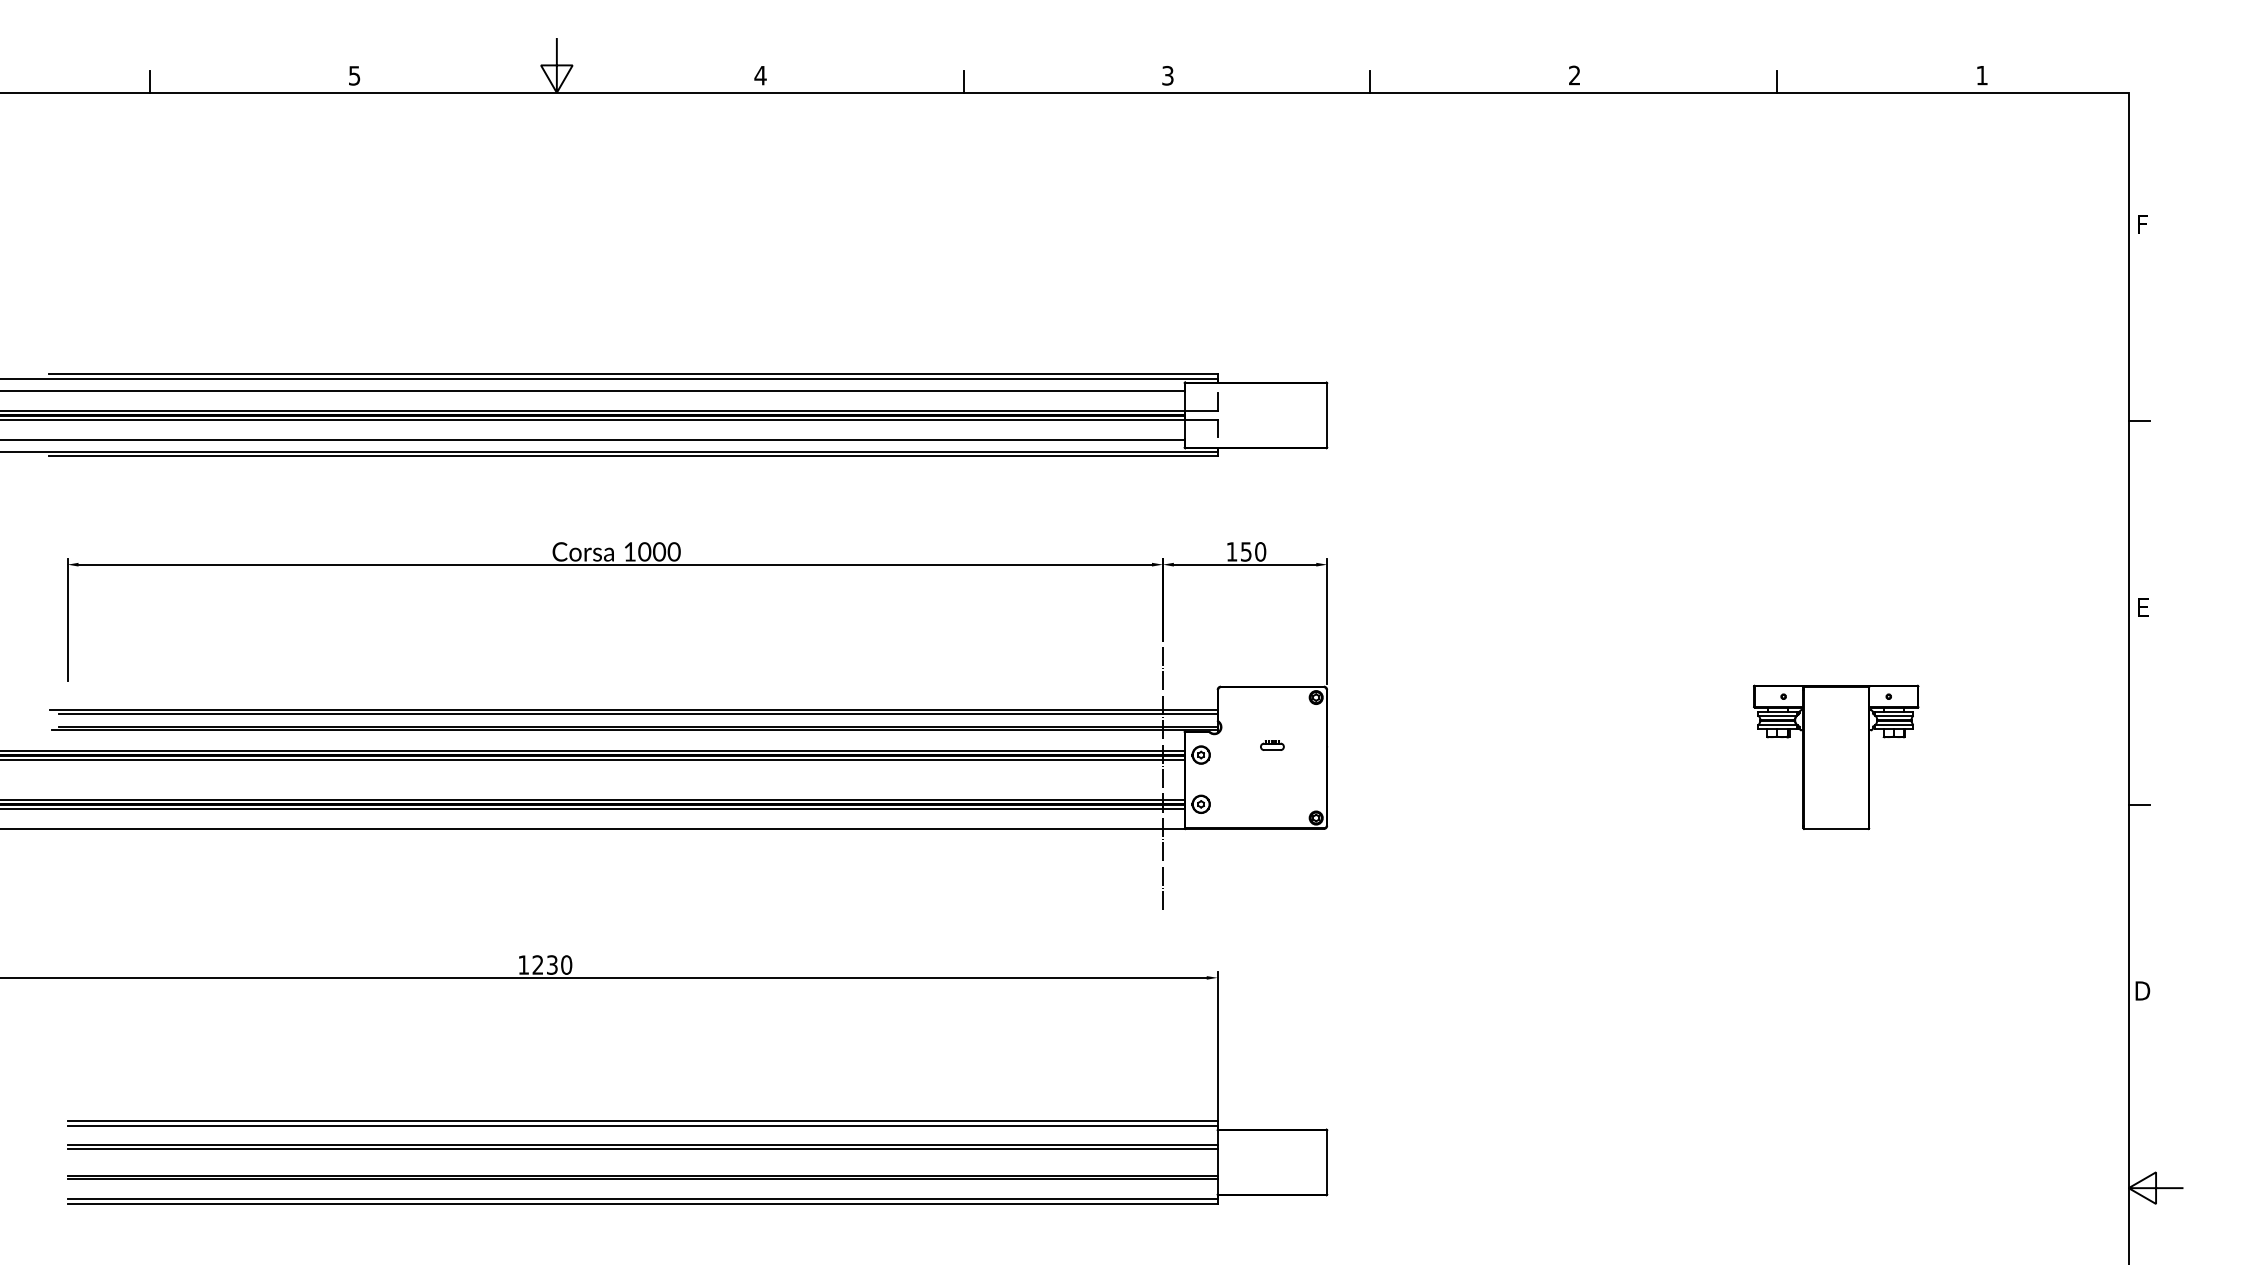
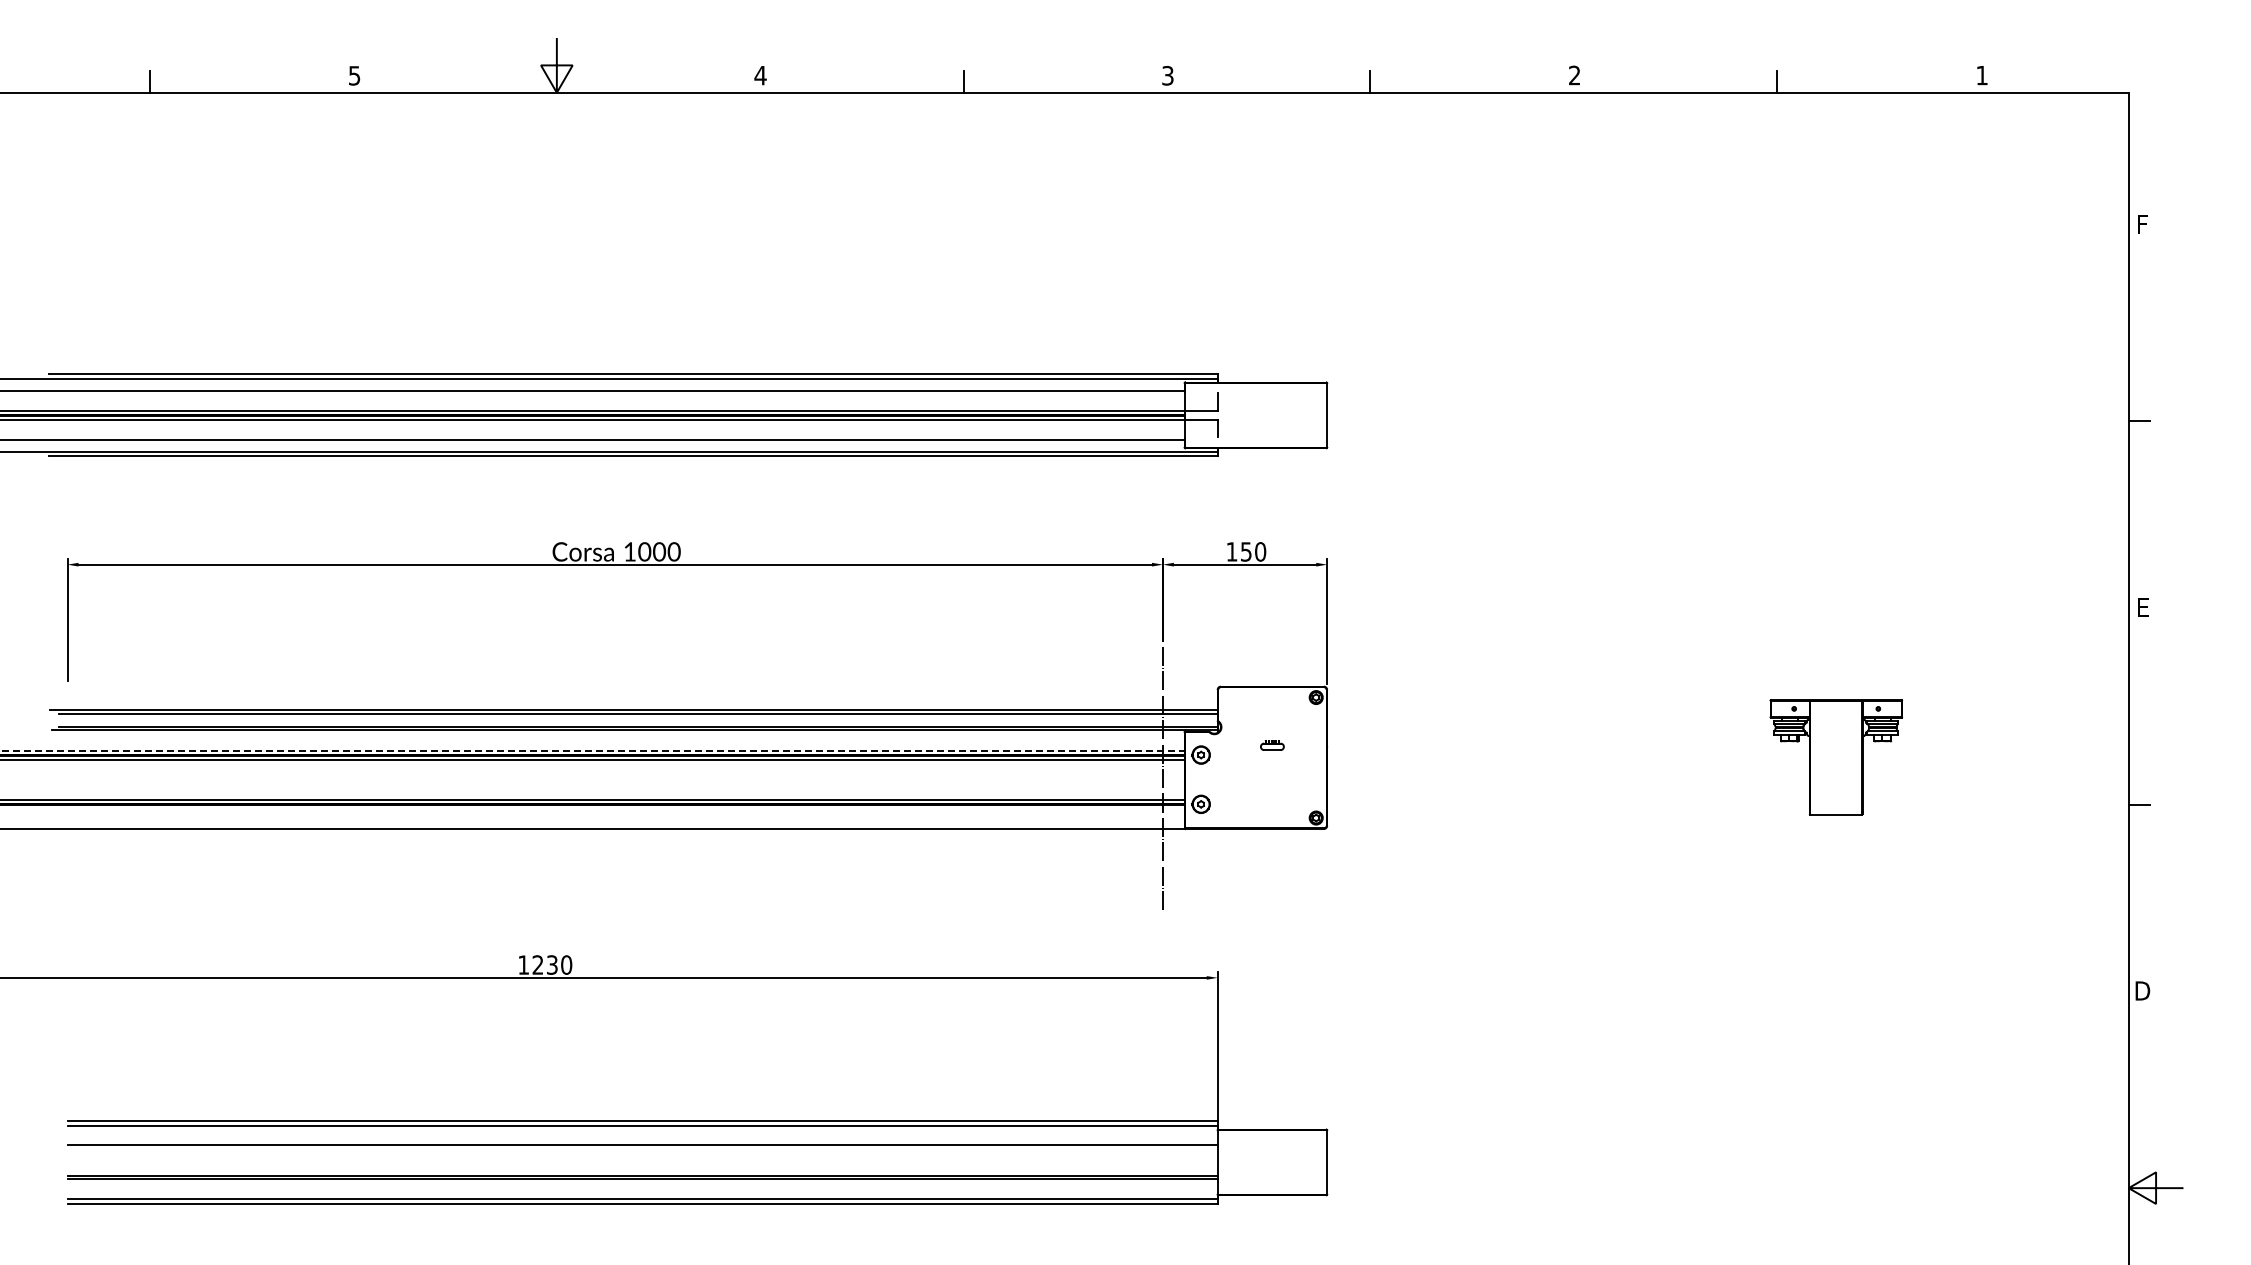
line at (592, 750): solid -> dashed
part at (1836, 757) size: 167x147 px -> 135x117 px
line at (593, 808): present -> none
line at (642, 1148): present -> none
